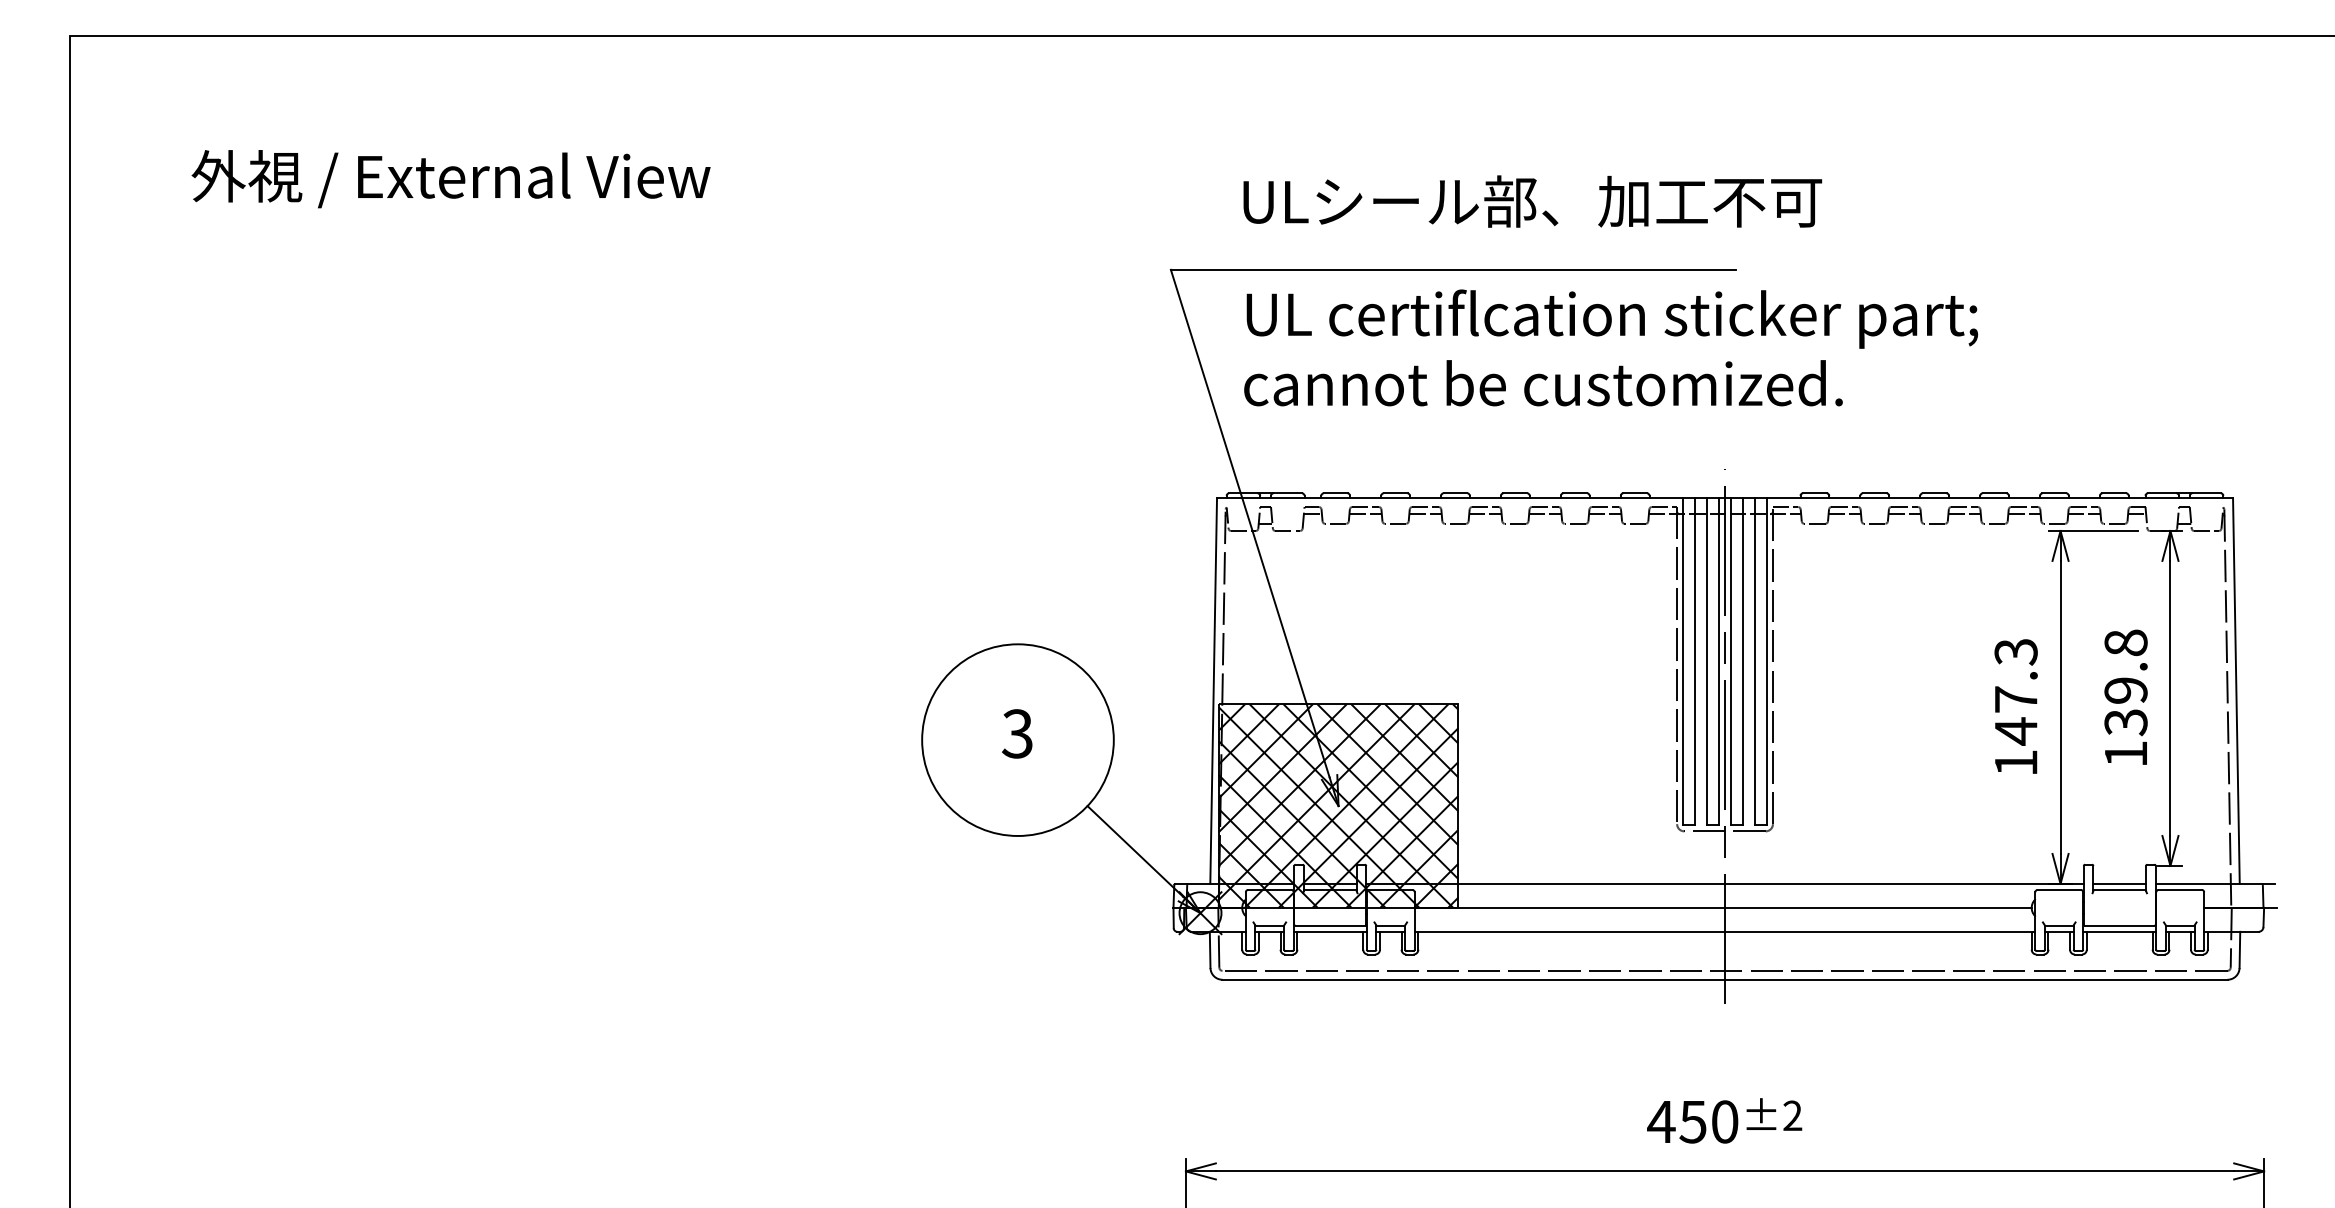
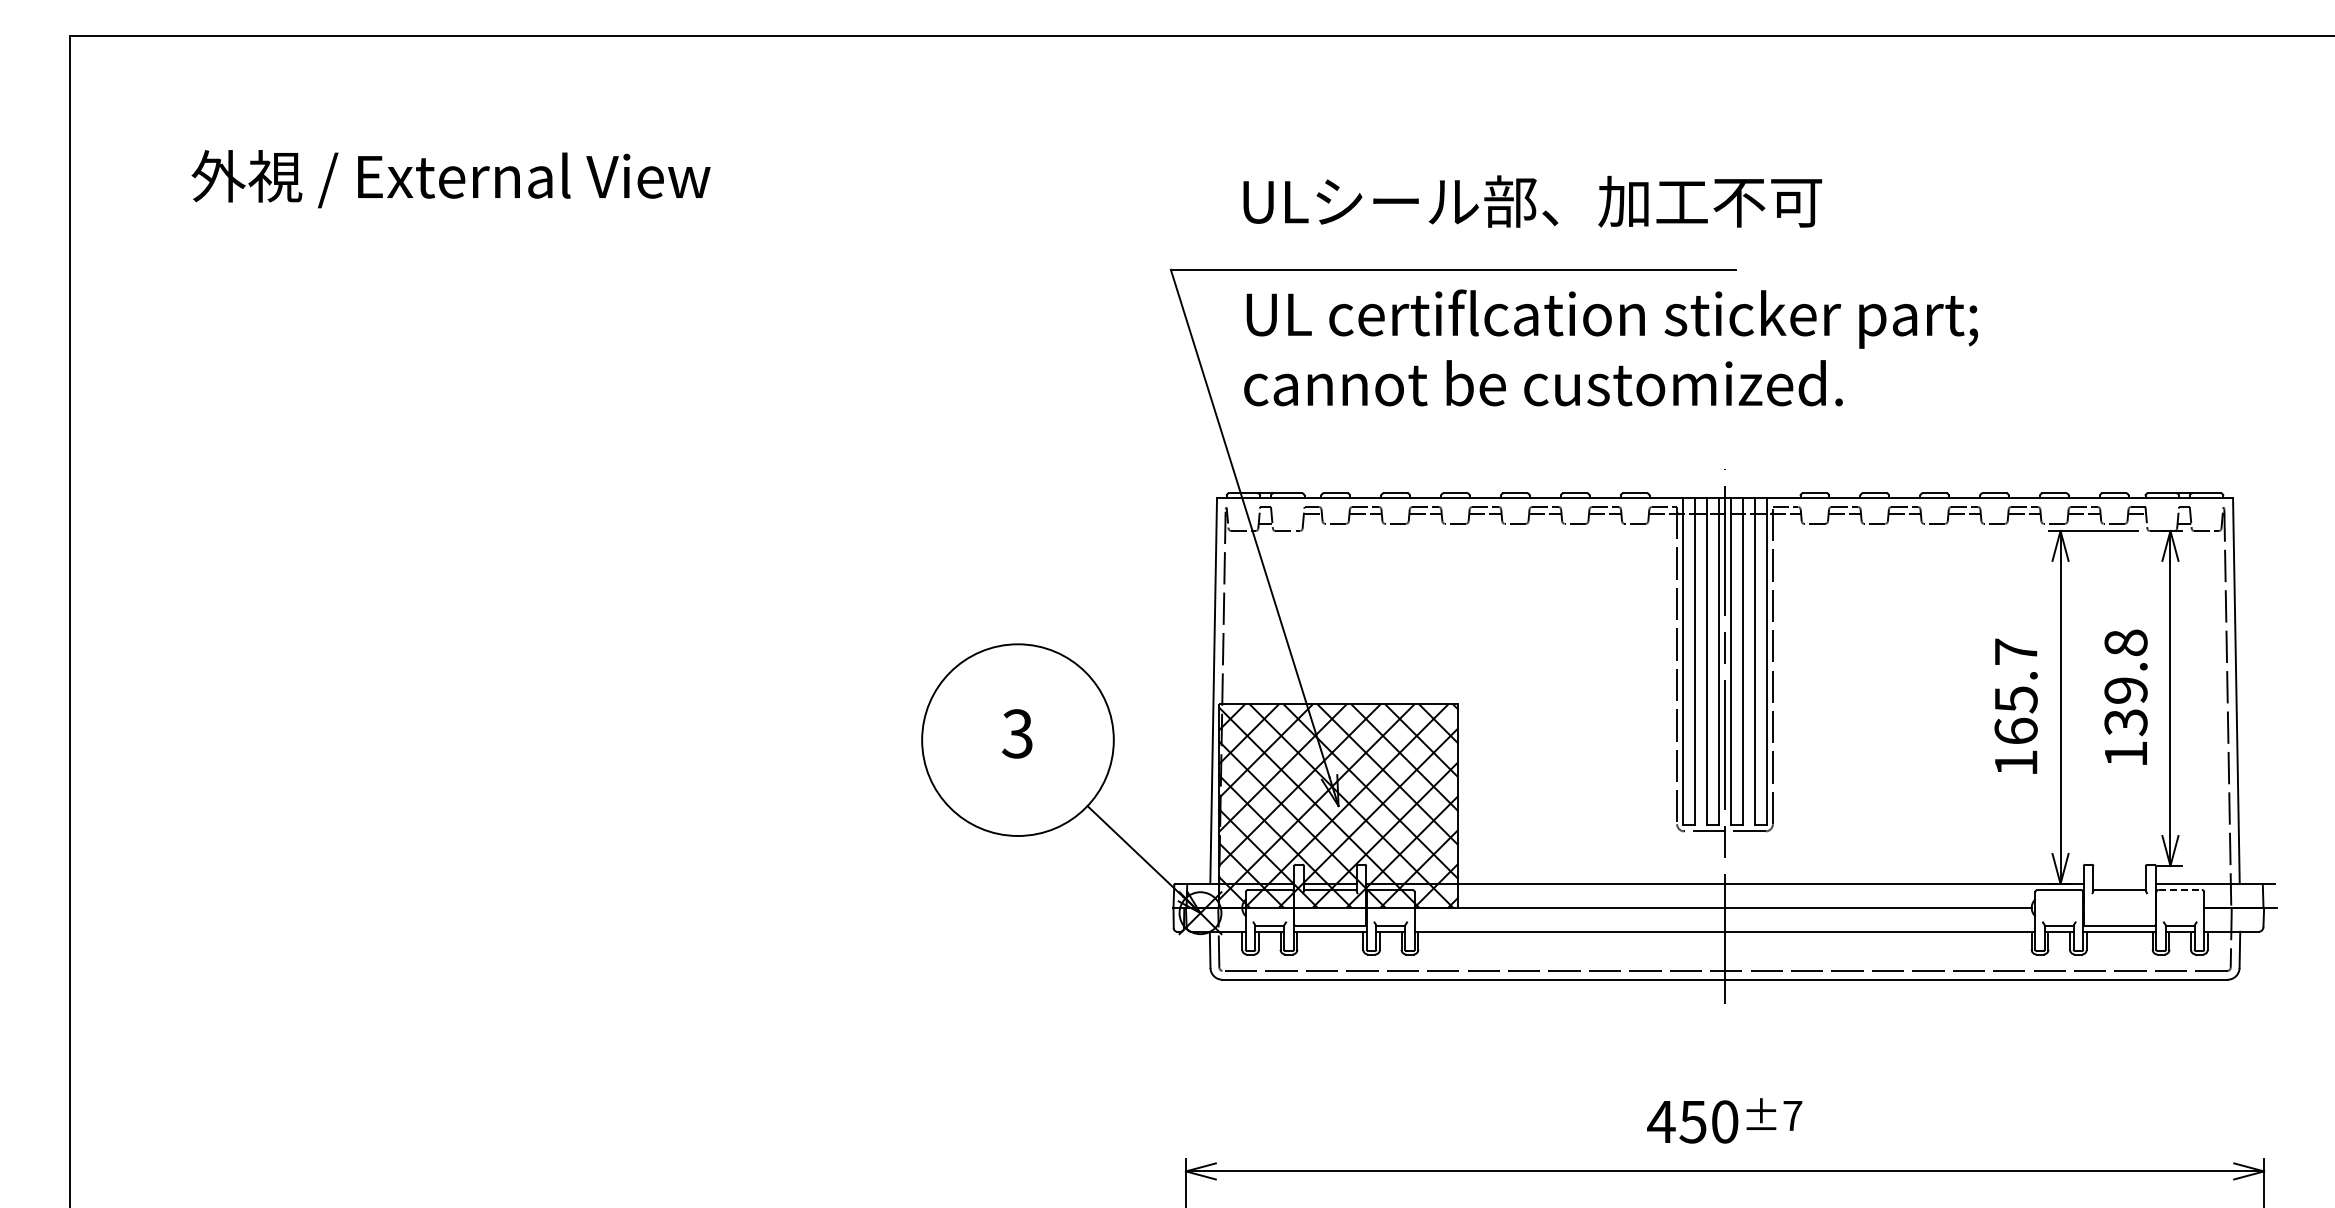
text at (2015, 691): 147.3 -> 165.7
line at (2119, 883): present -> none
line at (2180, 889): solid -> dashed
text at (1792, 1115): ±2 -> ±7
